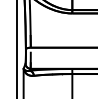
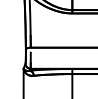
line at (17, 48): present -> none
